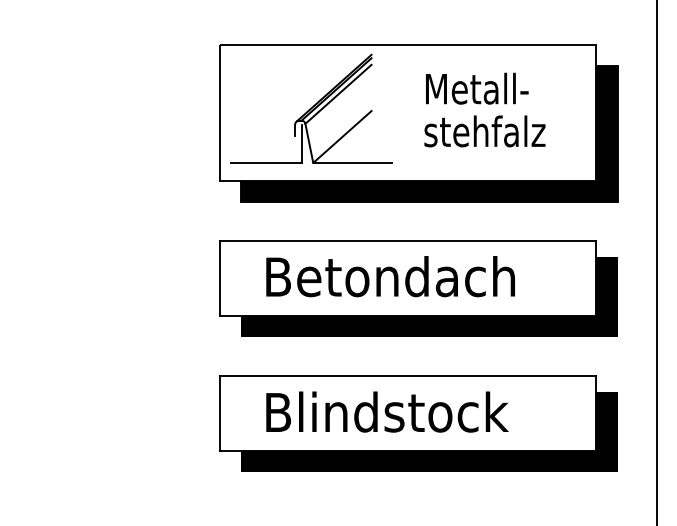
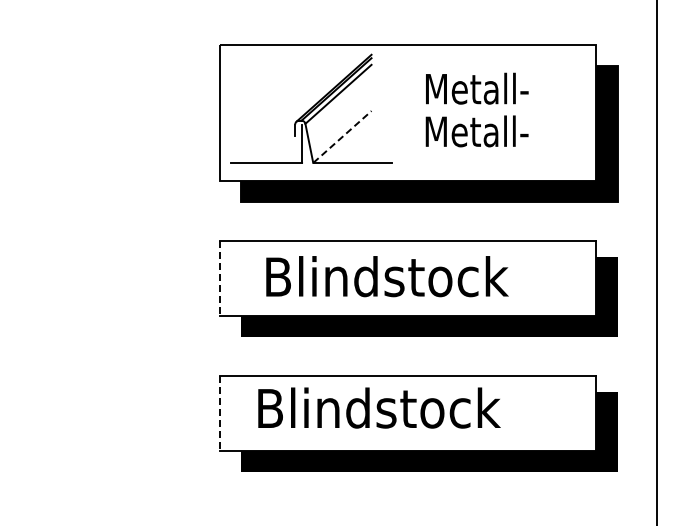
text at (484, 131): stehfalz -> Metall-
line at (342, 136): solid -> dashed
text at (406, 276): Betondach -> Blindstock
line at (219, 278): solid -> dashed
text at (387, 411) position: (387, 411) -> (379, 407)
line at (219, 414): solid -> dashed
